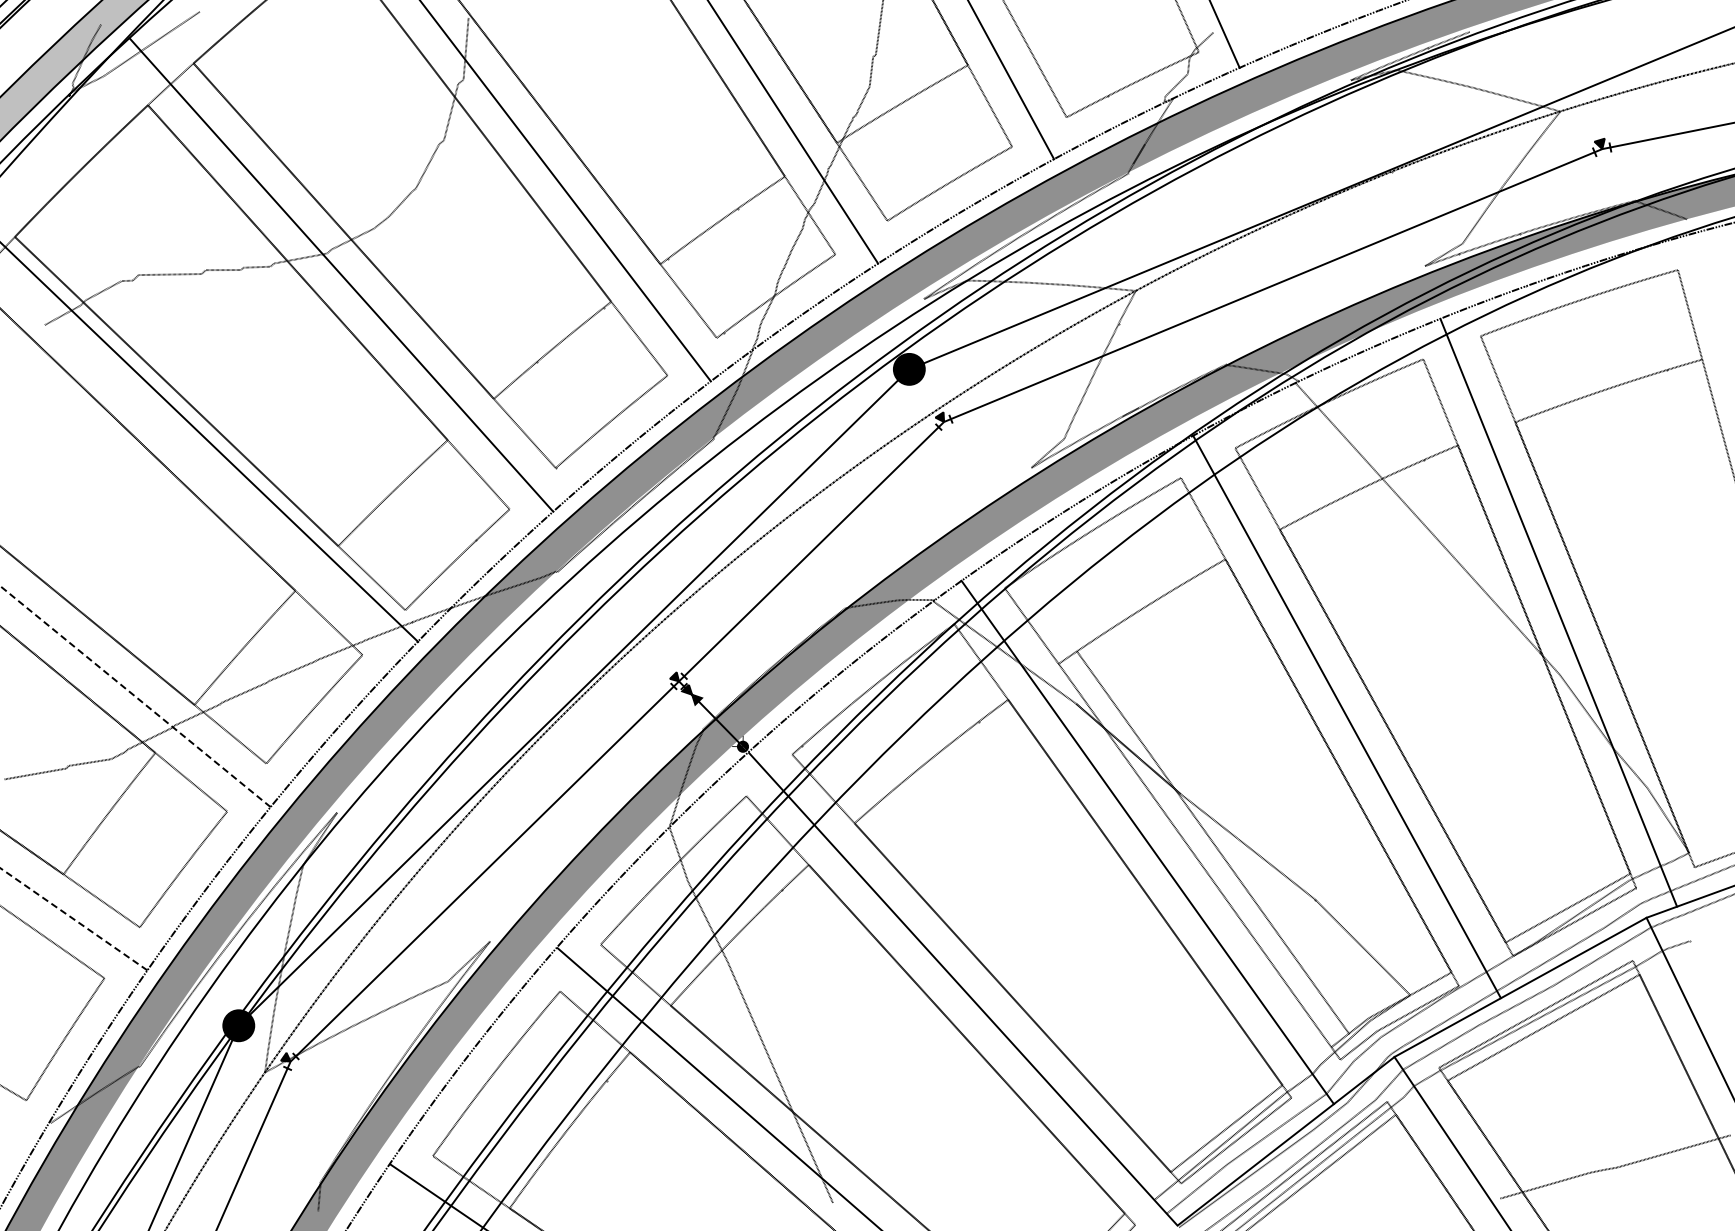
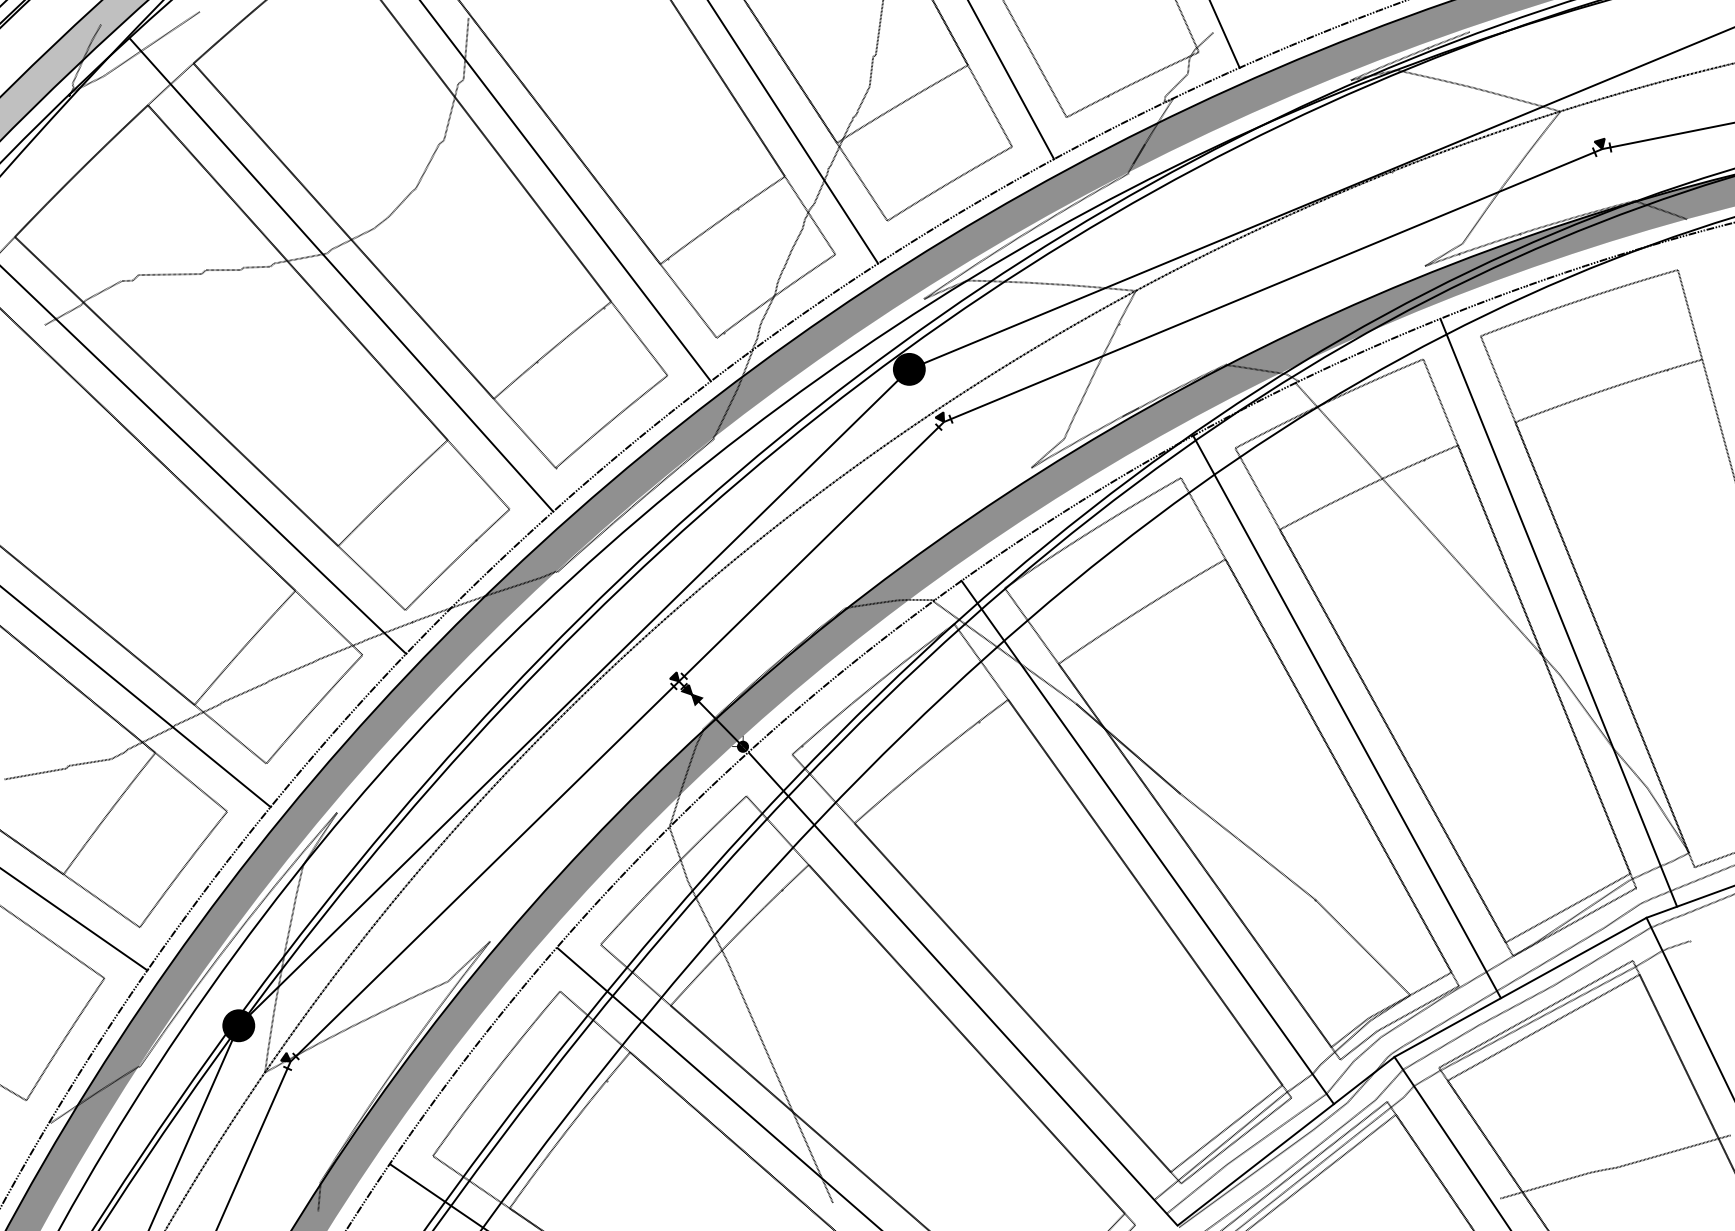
line at (210, 442) position: (210, 442) -> (204, 460)
line at (135, 696): dashed -> solid
line at (1212, 842) position: (1212, 842) -> (1194, 855)
line at (73, 919): dashed -> solid
